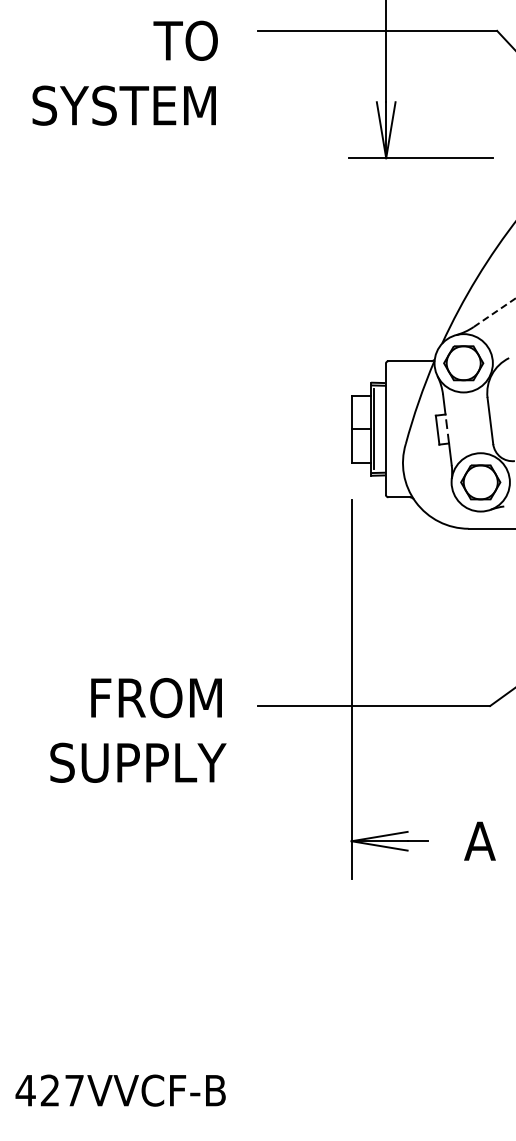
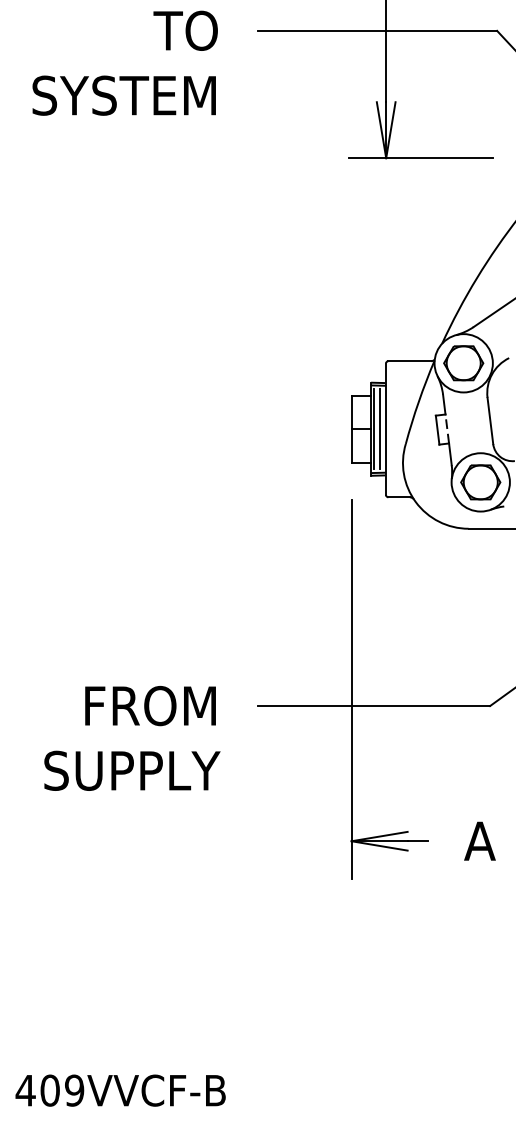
text at (124, 72) position: (124, 72) -> (124, 62)
line at (495, 312): dashed -> solid
line at (380, 429): none -> present
text at (138, 730) position: (138, 730) -> (132, 738)
text at (62, 1090): 427VVCF-B -> 409VVCF-B
